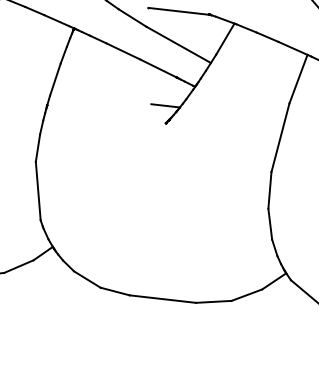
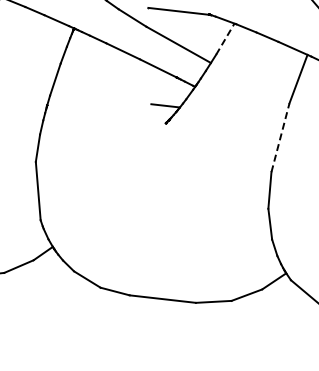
line at (225, 38): solid -> dashed
line at (280, 137): solid -> dashed
